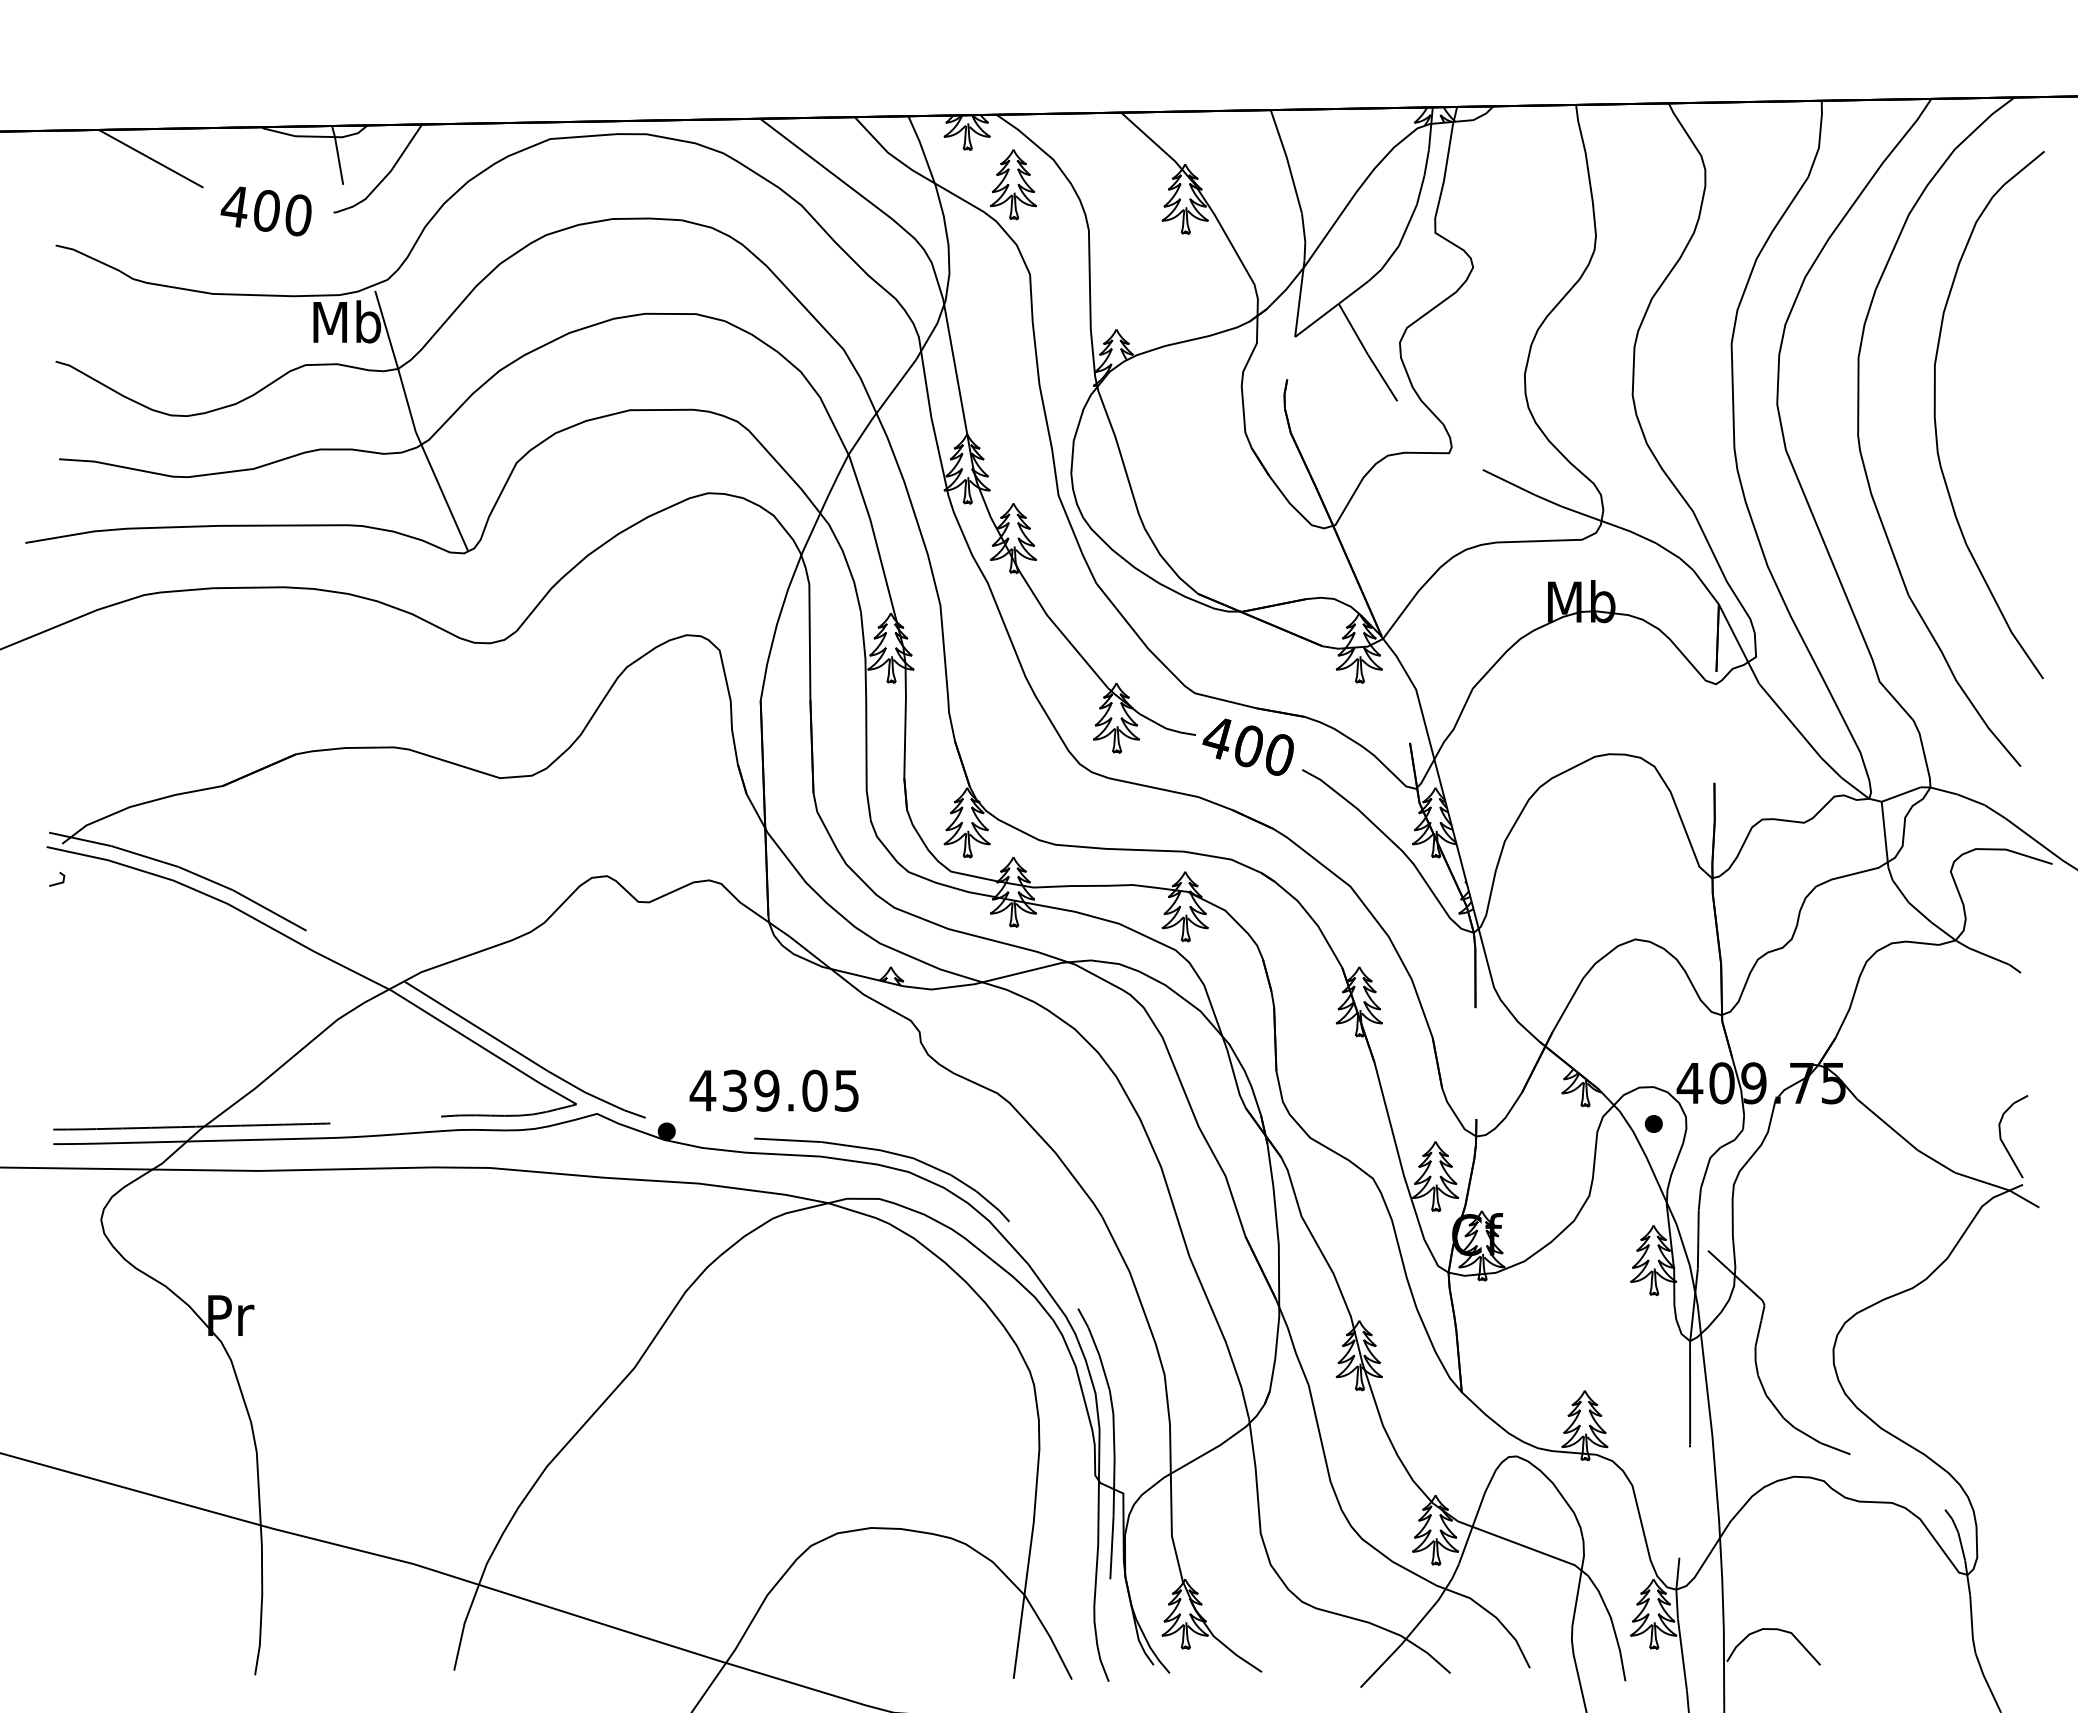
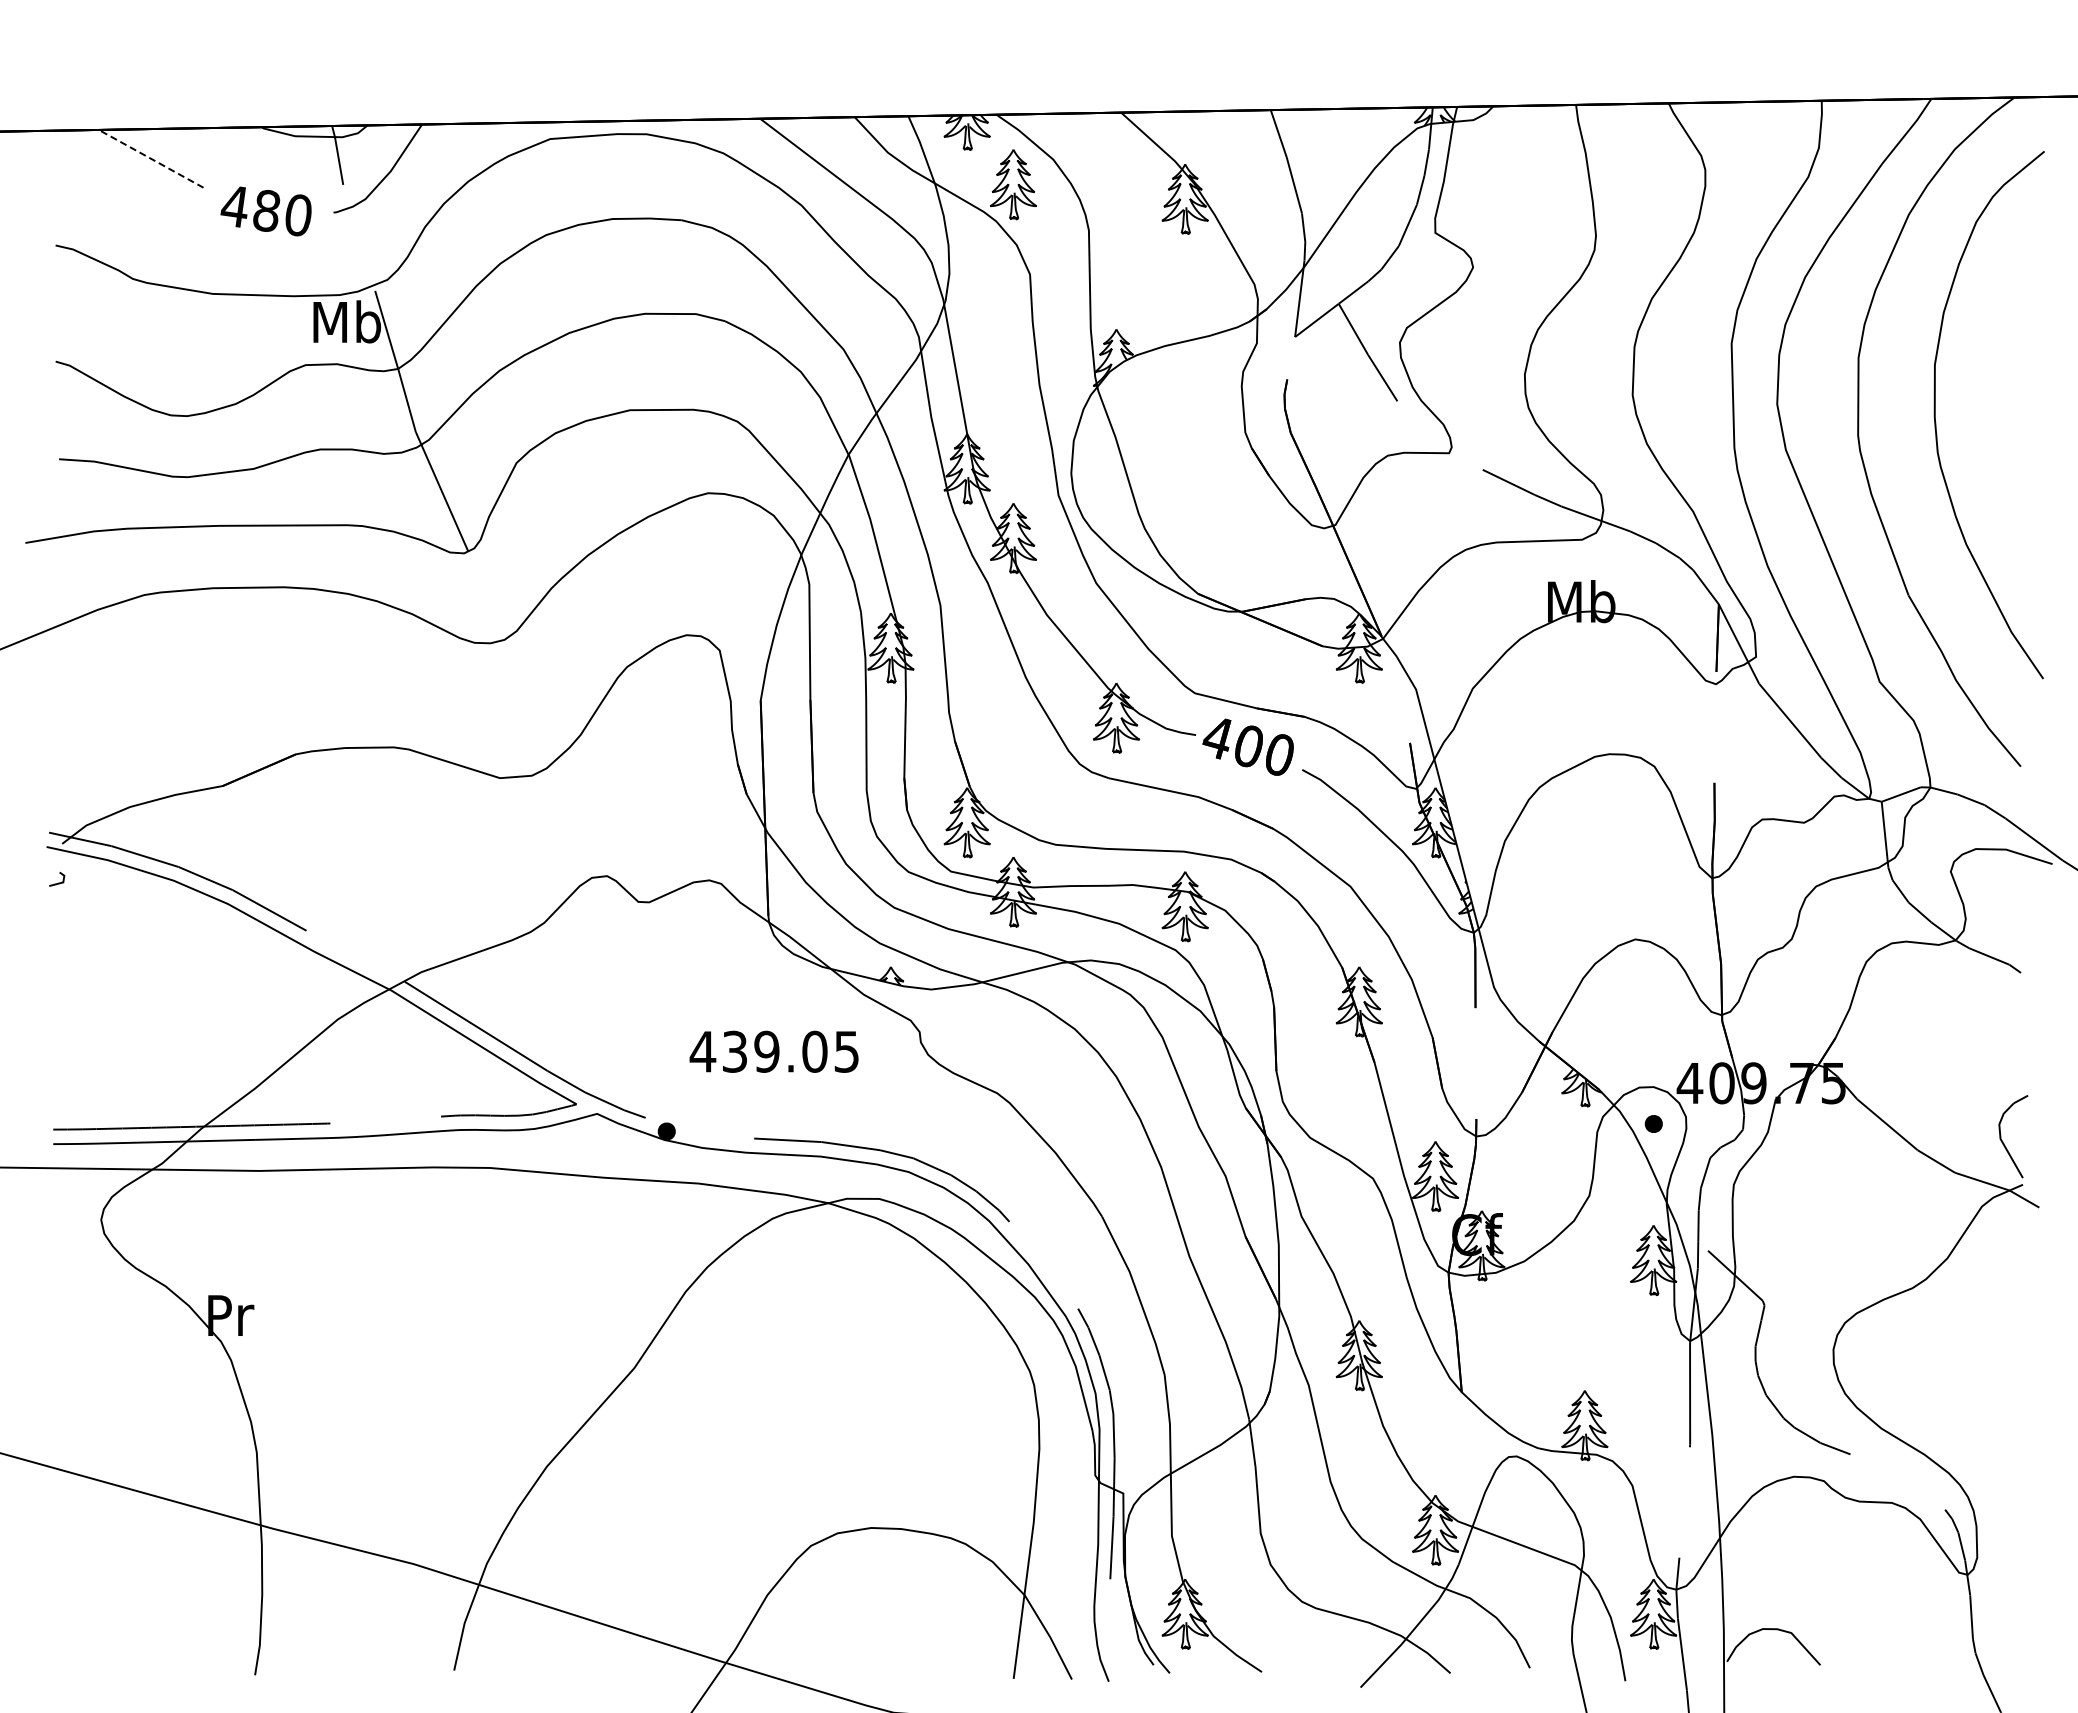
line at (151, 158): solid -> dashed
text at (266, 210): 400 -> 480
text at (773, 1090) position: (773, 1090) -> (773, 1051)
